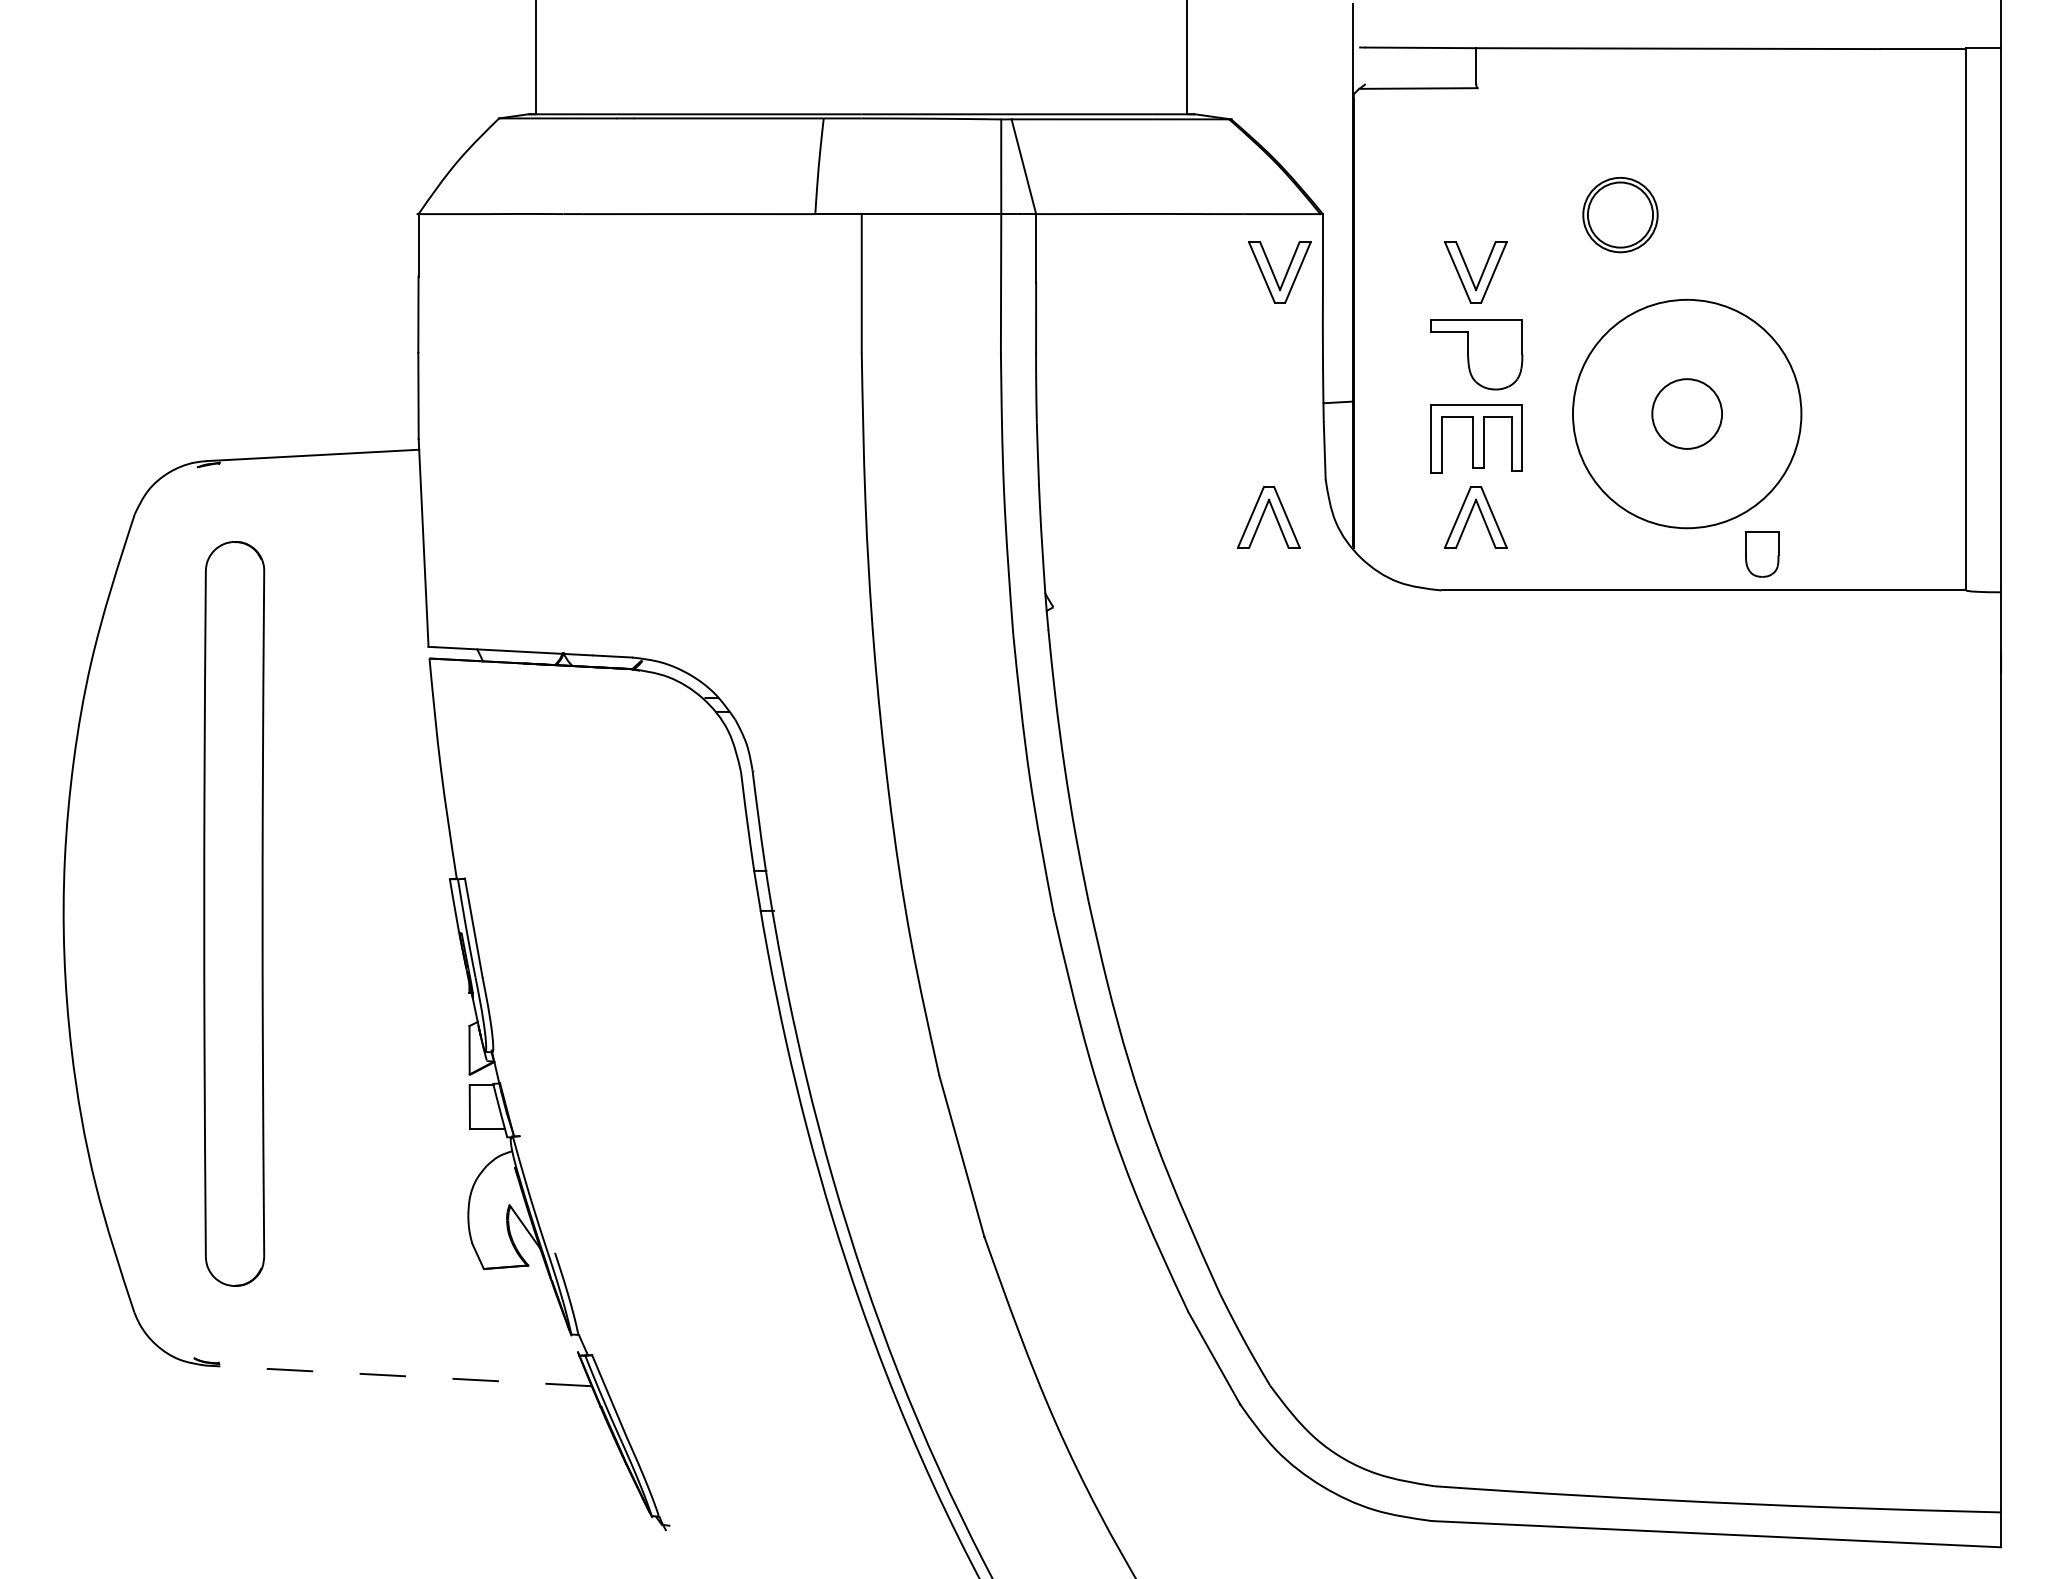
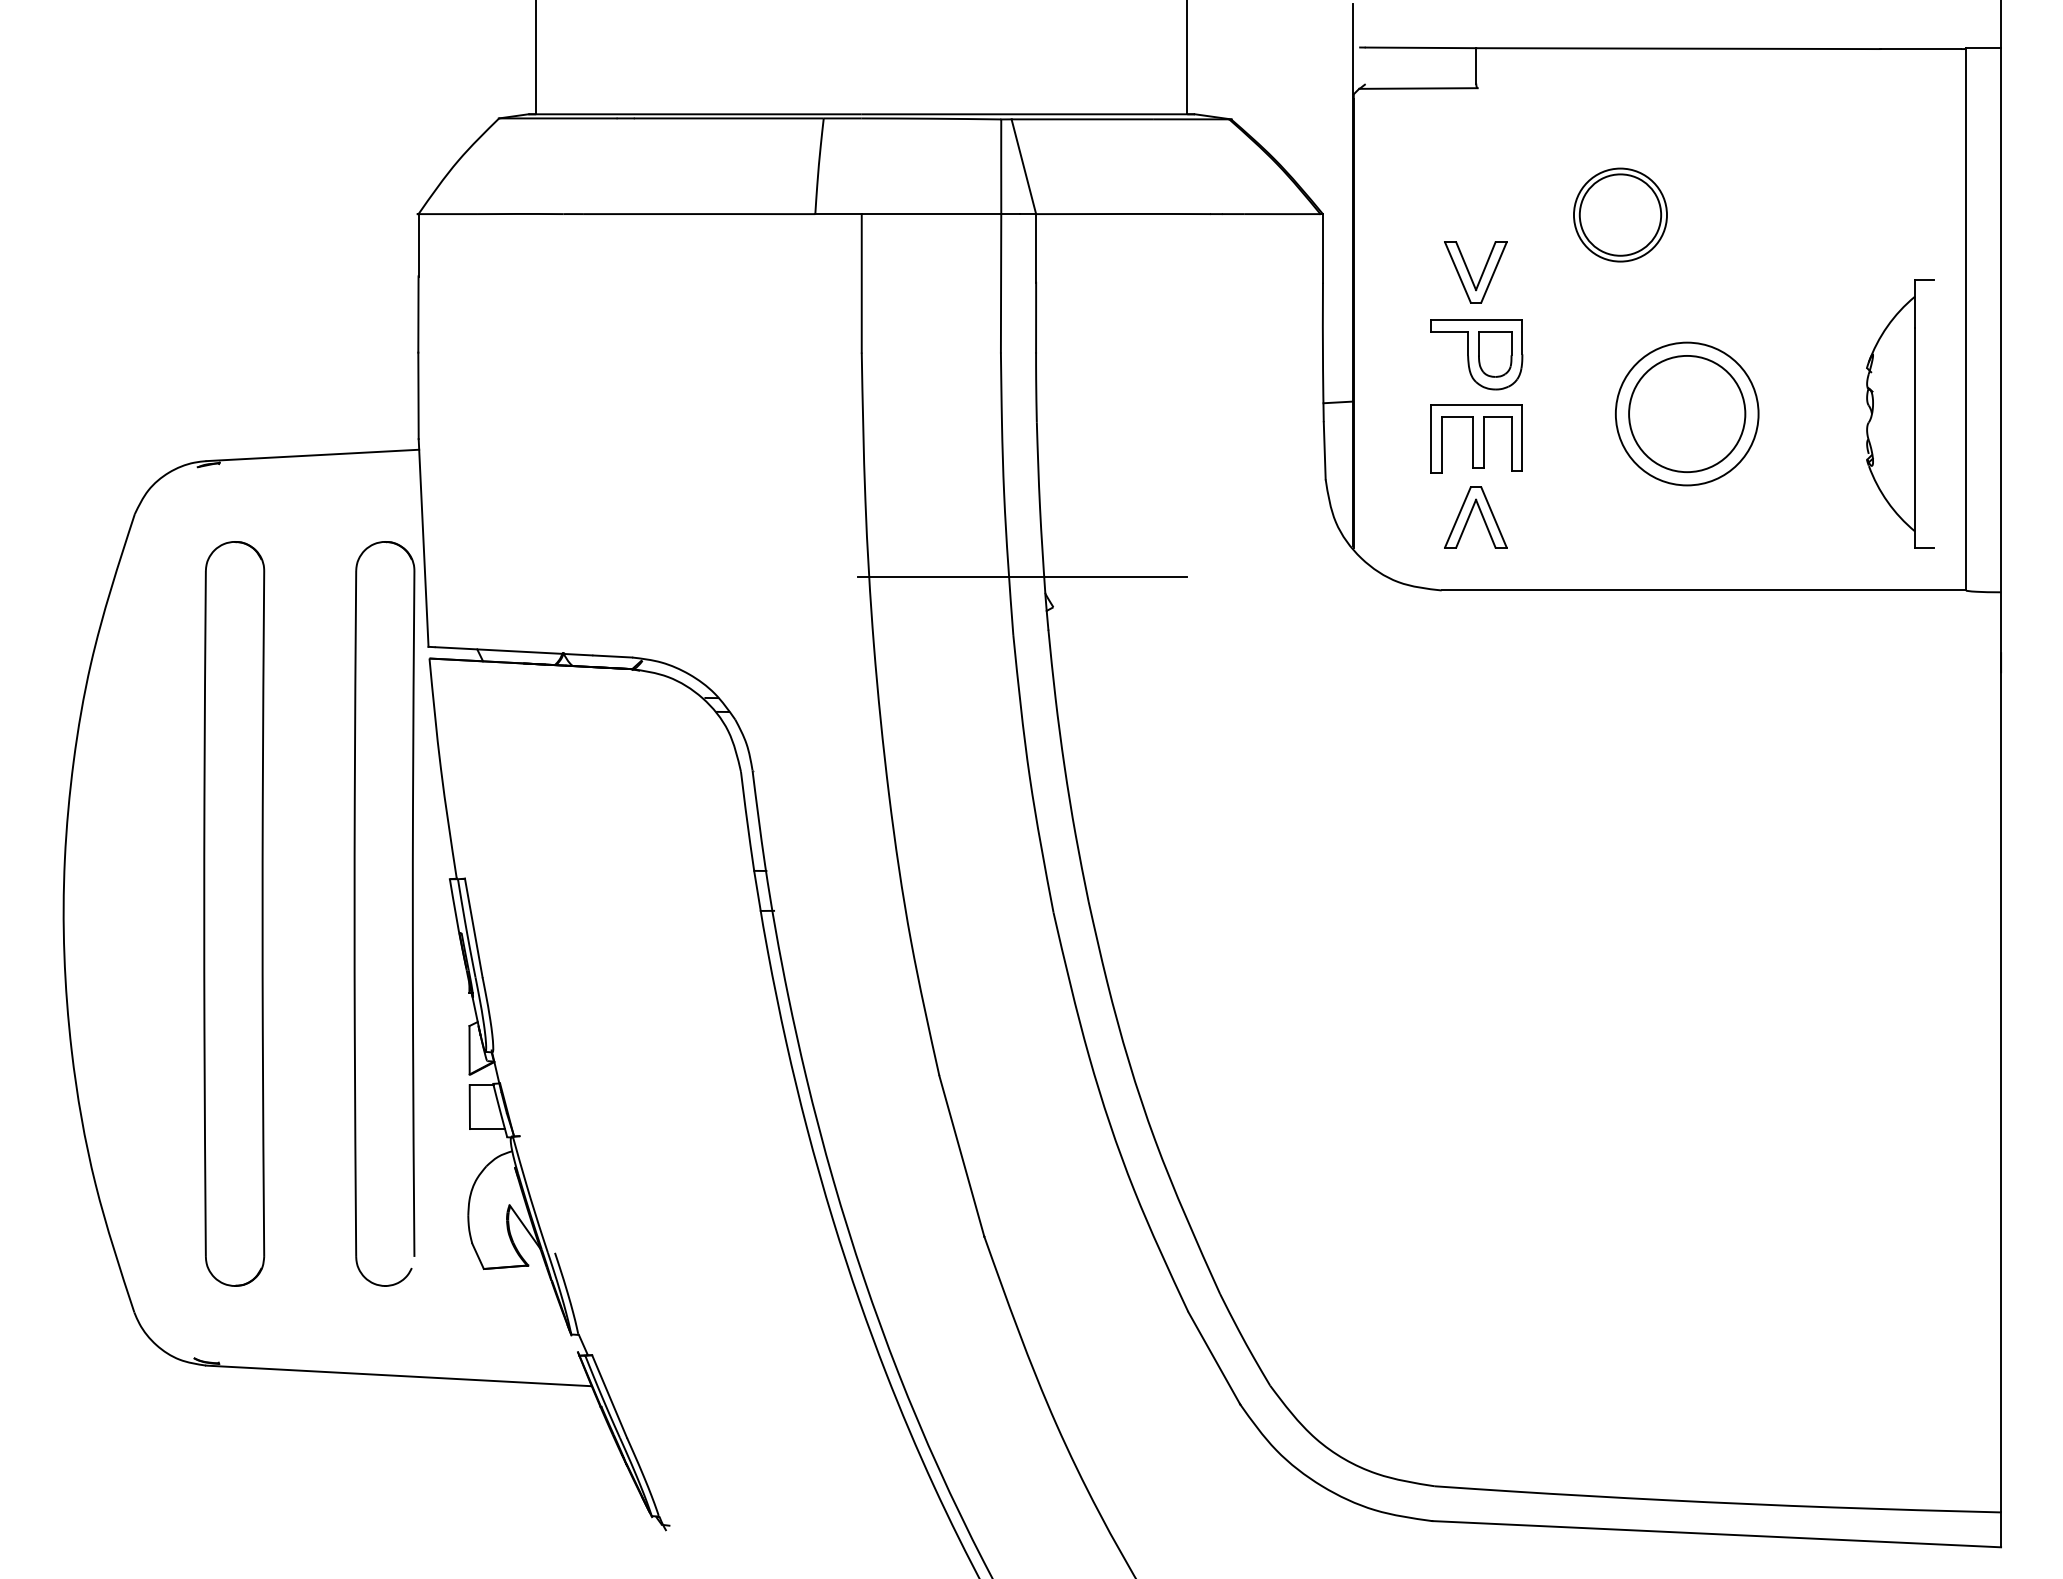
part at (1620, 215) size: 77x77 px -> 95x96 px
part at (1279, 272): present -> none
circle at (1686, 413) diameter: 228 px -> 143 px
circle at (1687, 413) diameter: 70 px -> 116 px
part at (1900, 413): none -> present
part at (1268, 517): present -> none
part at (1762, 554) position: (1762, 554) -> (1495, 354)
line at (1022, 576): none -> present
part at (412, 913): none -> present
line at (398, 1375): dashed -> solid
